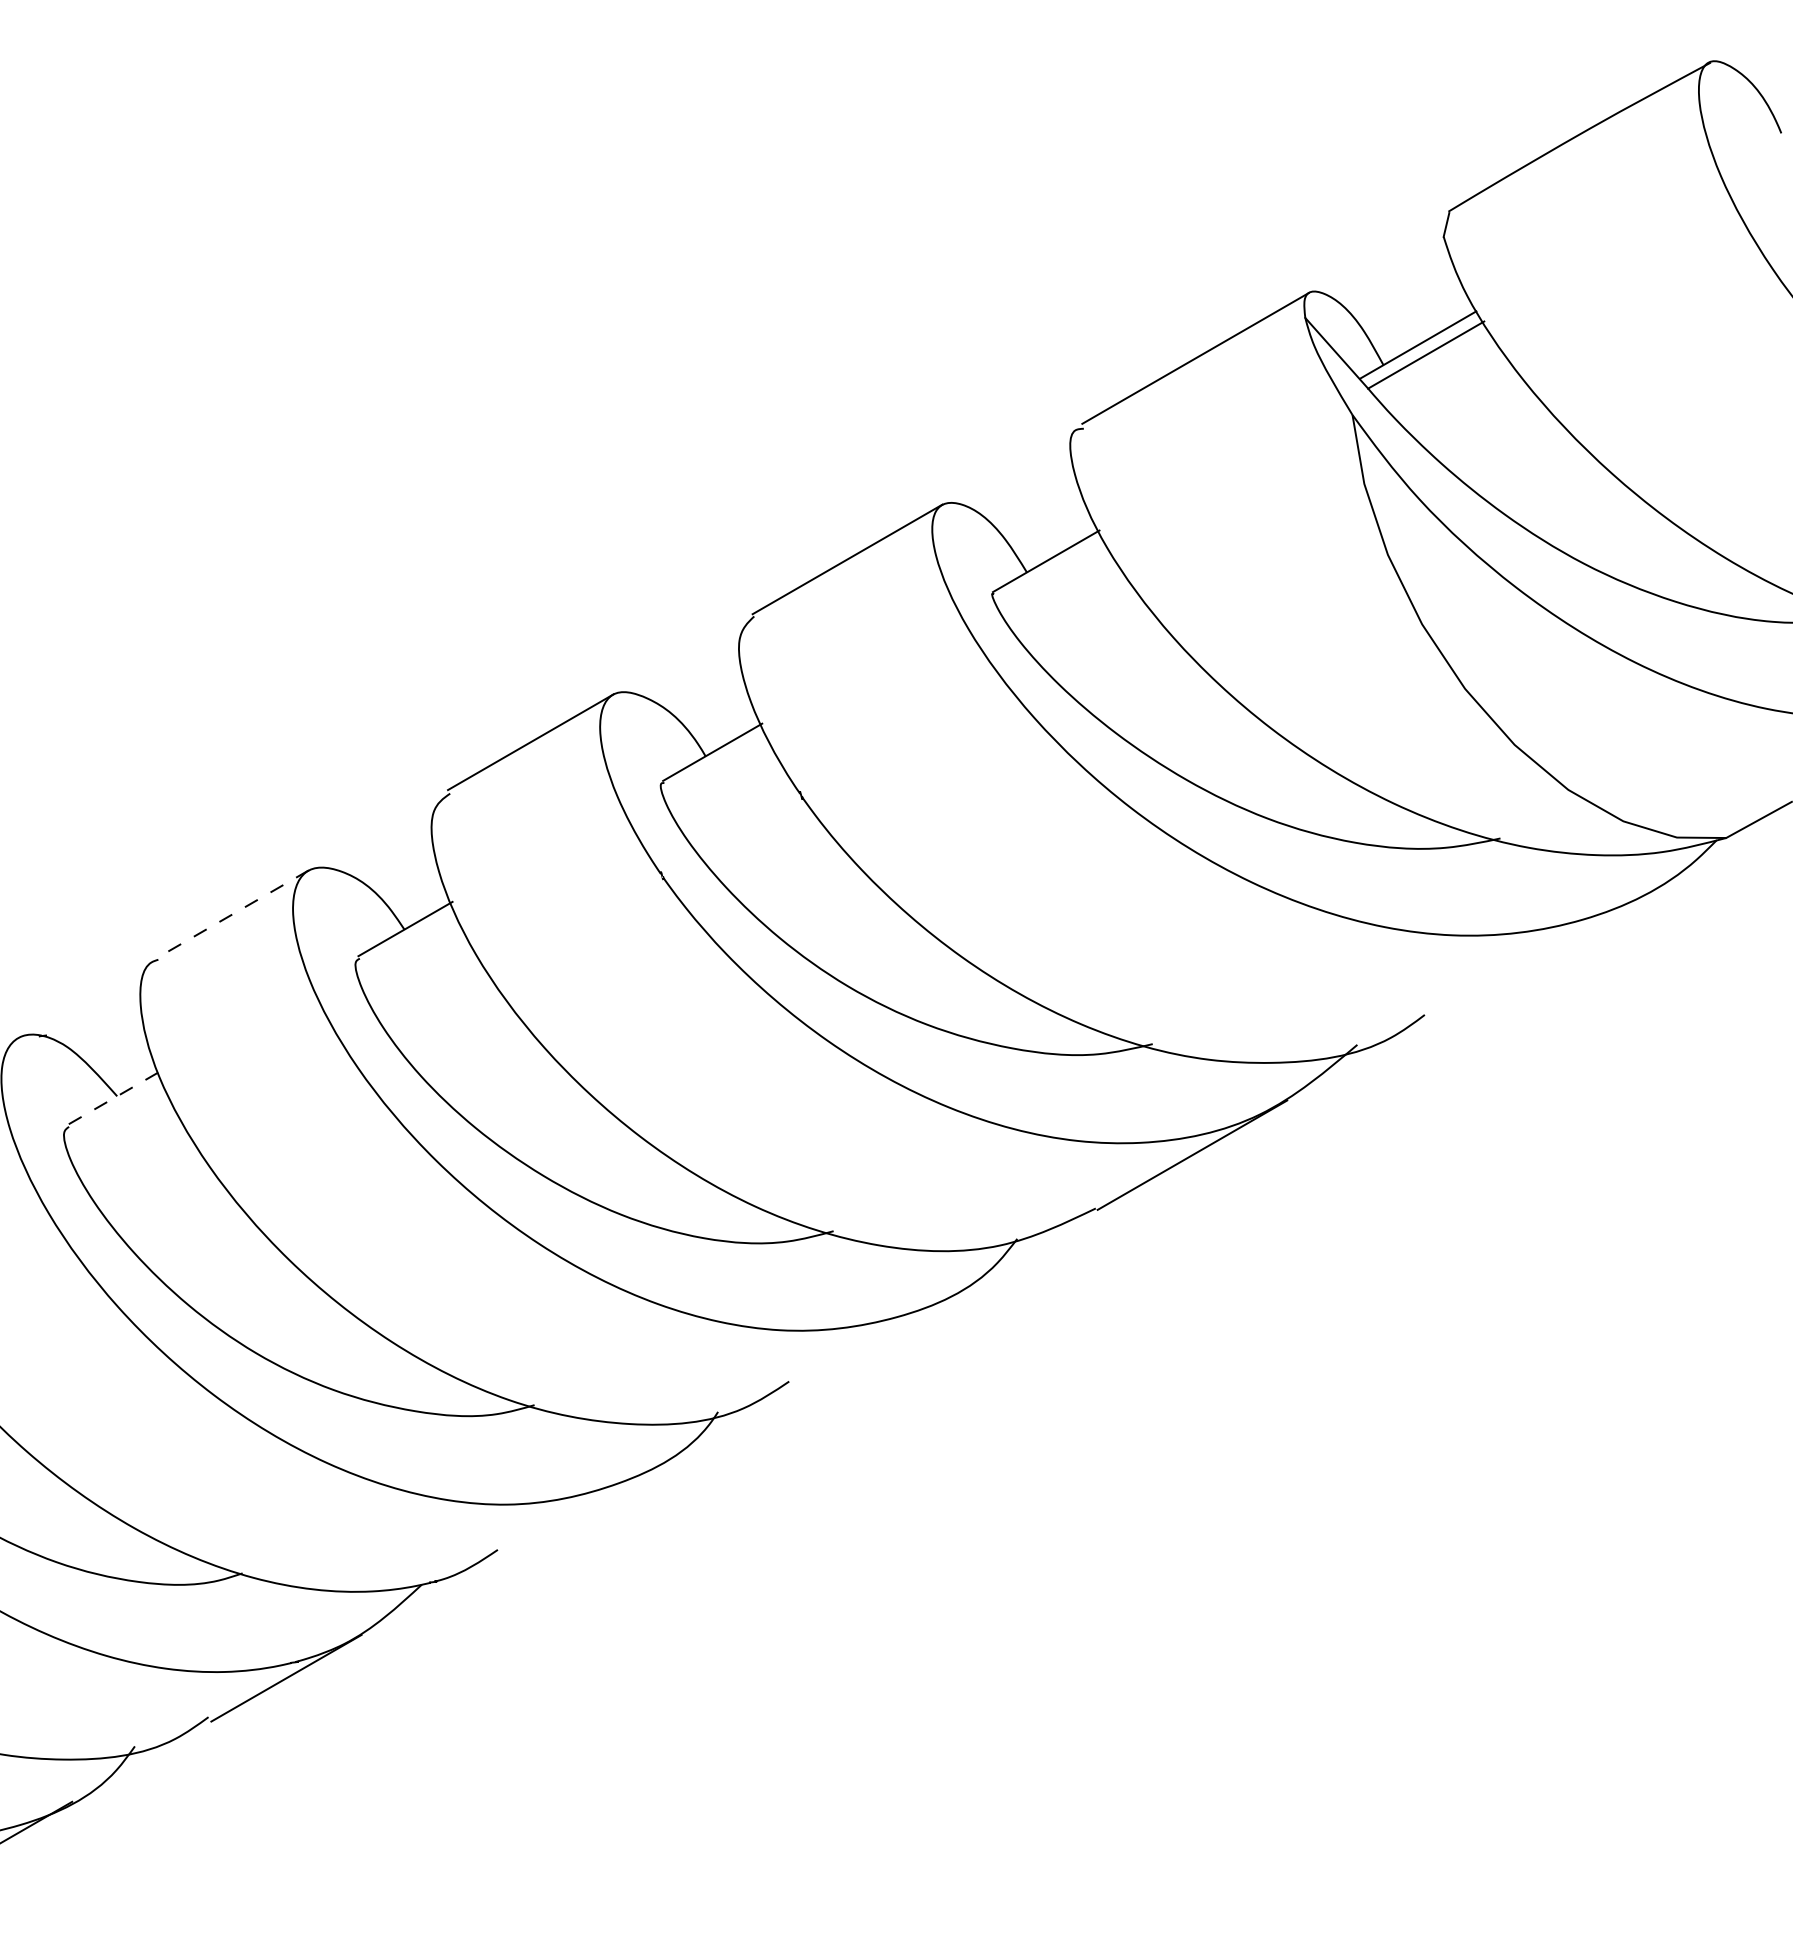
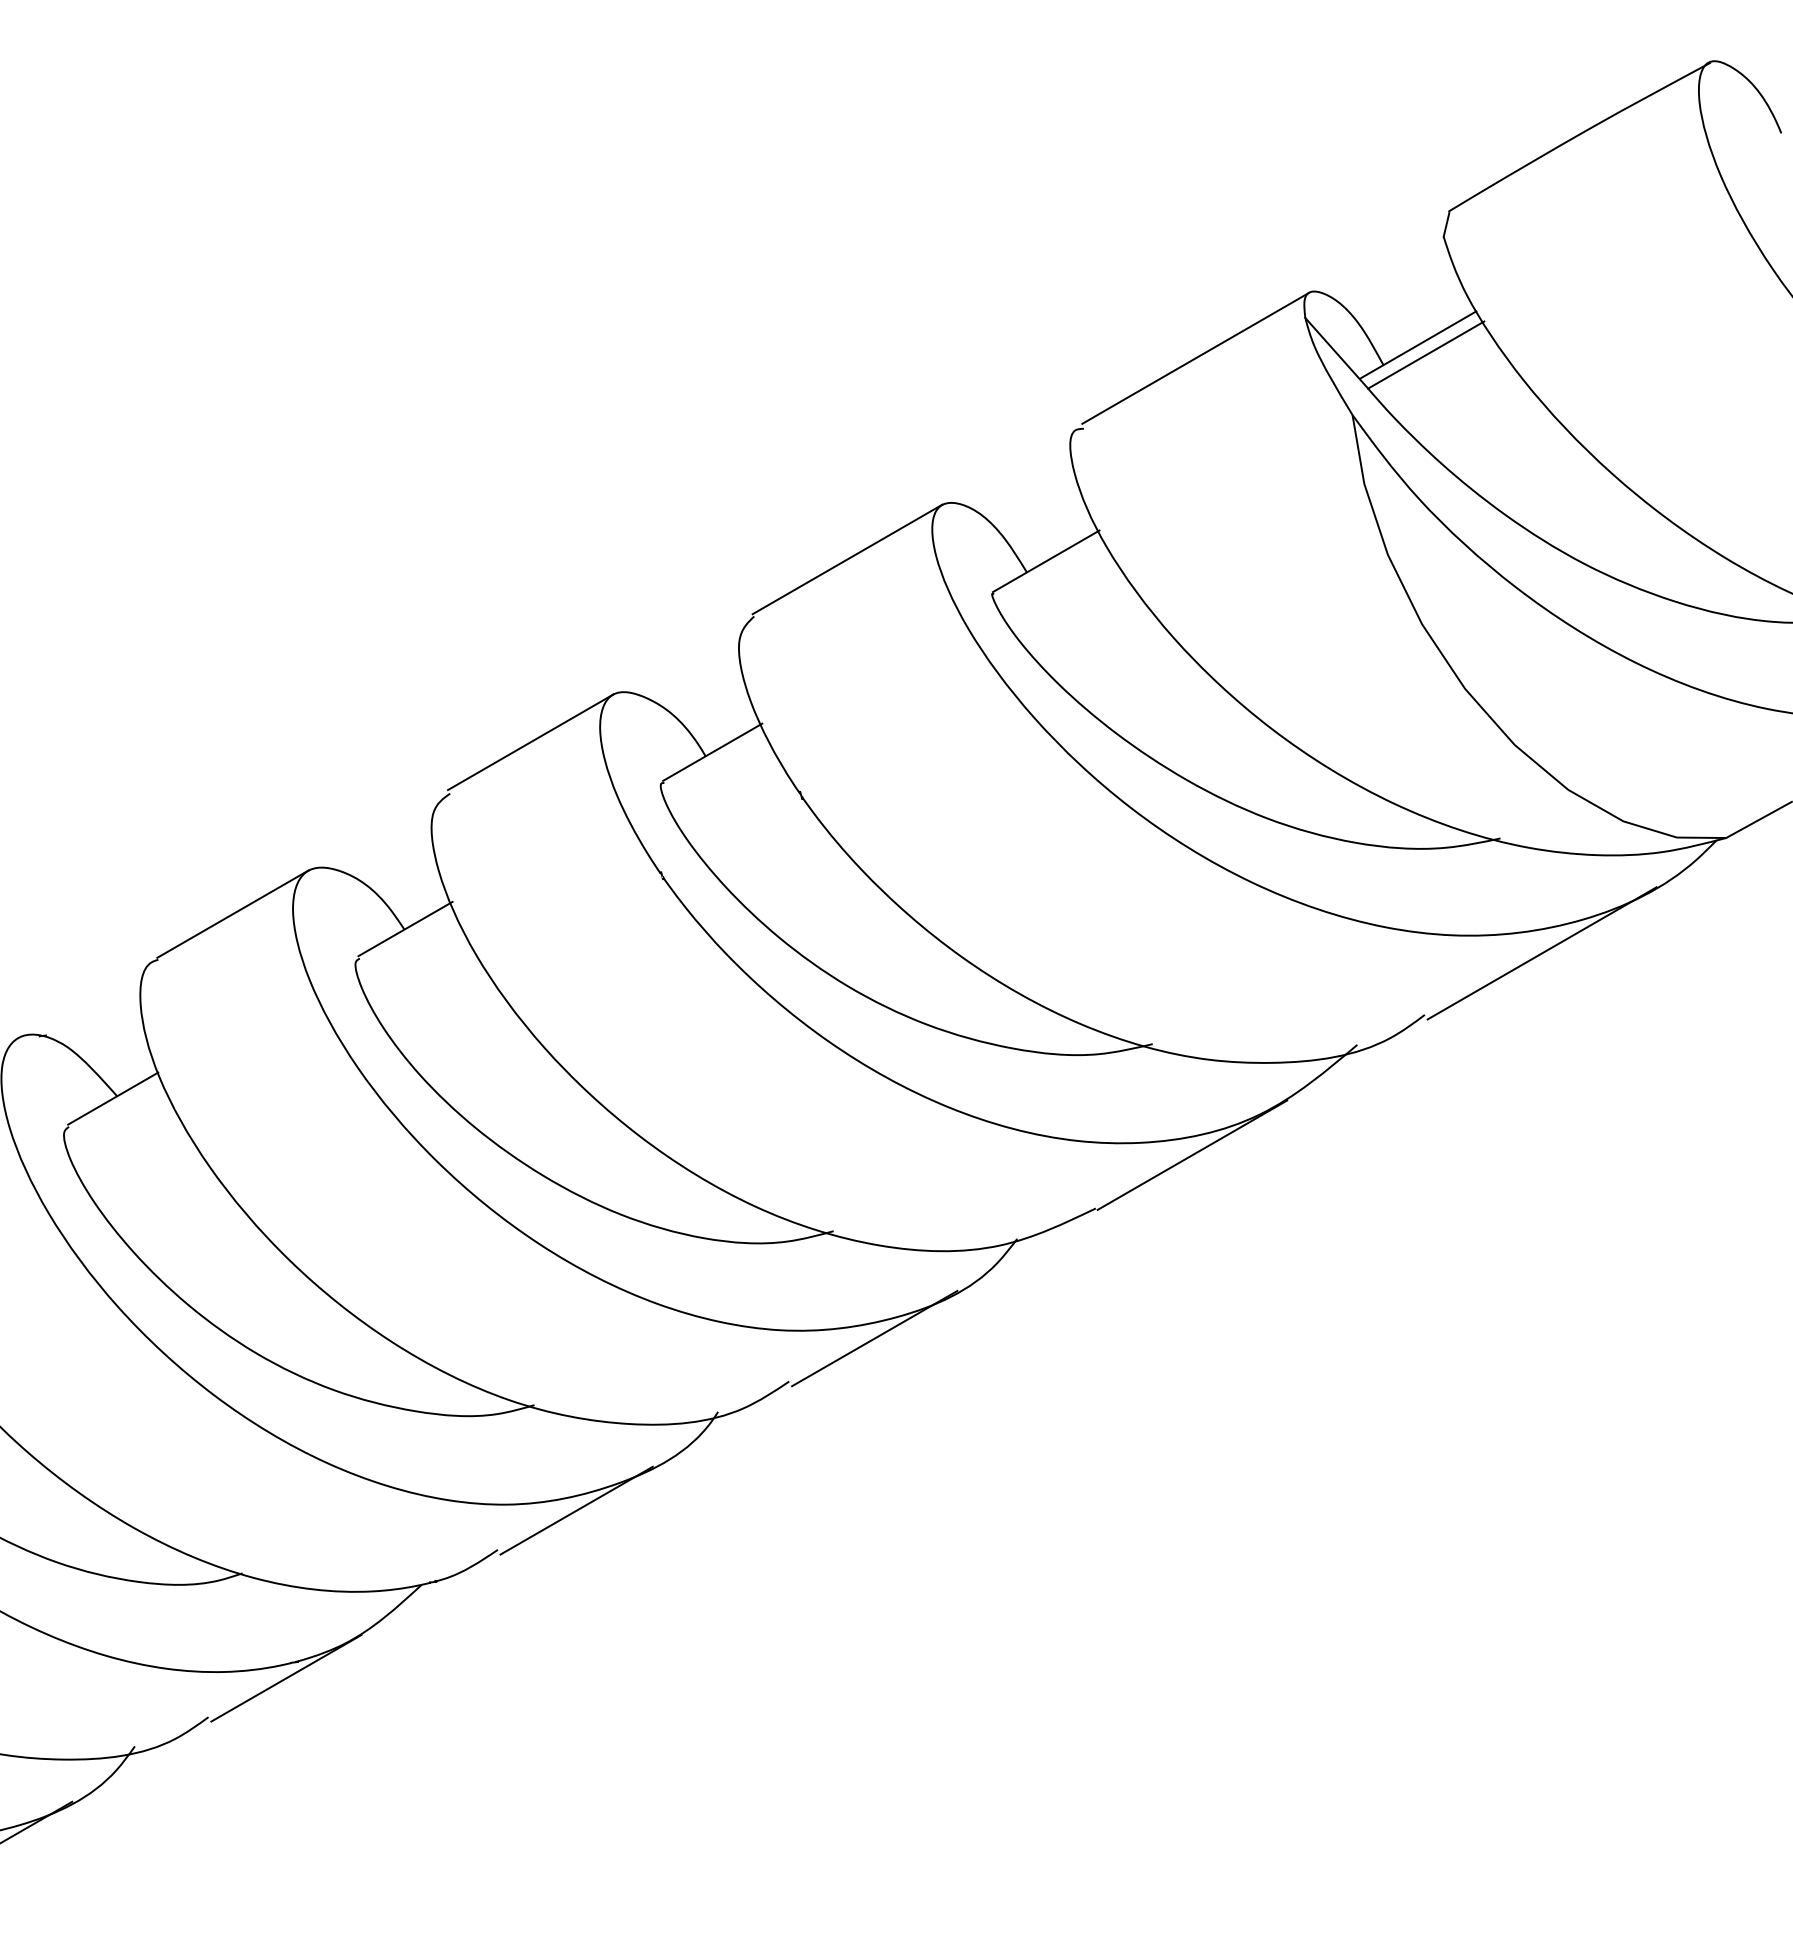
line at (232, 914): dashed -> solid
line at (1541, 953): none -> present
line at (112, 1098): dashed -> solid
line at (874, 1338): none -> present
line at (576, 1510): none -> present
